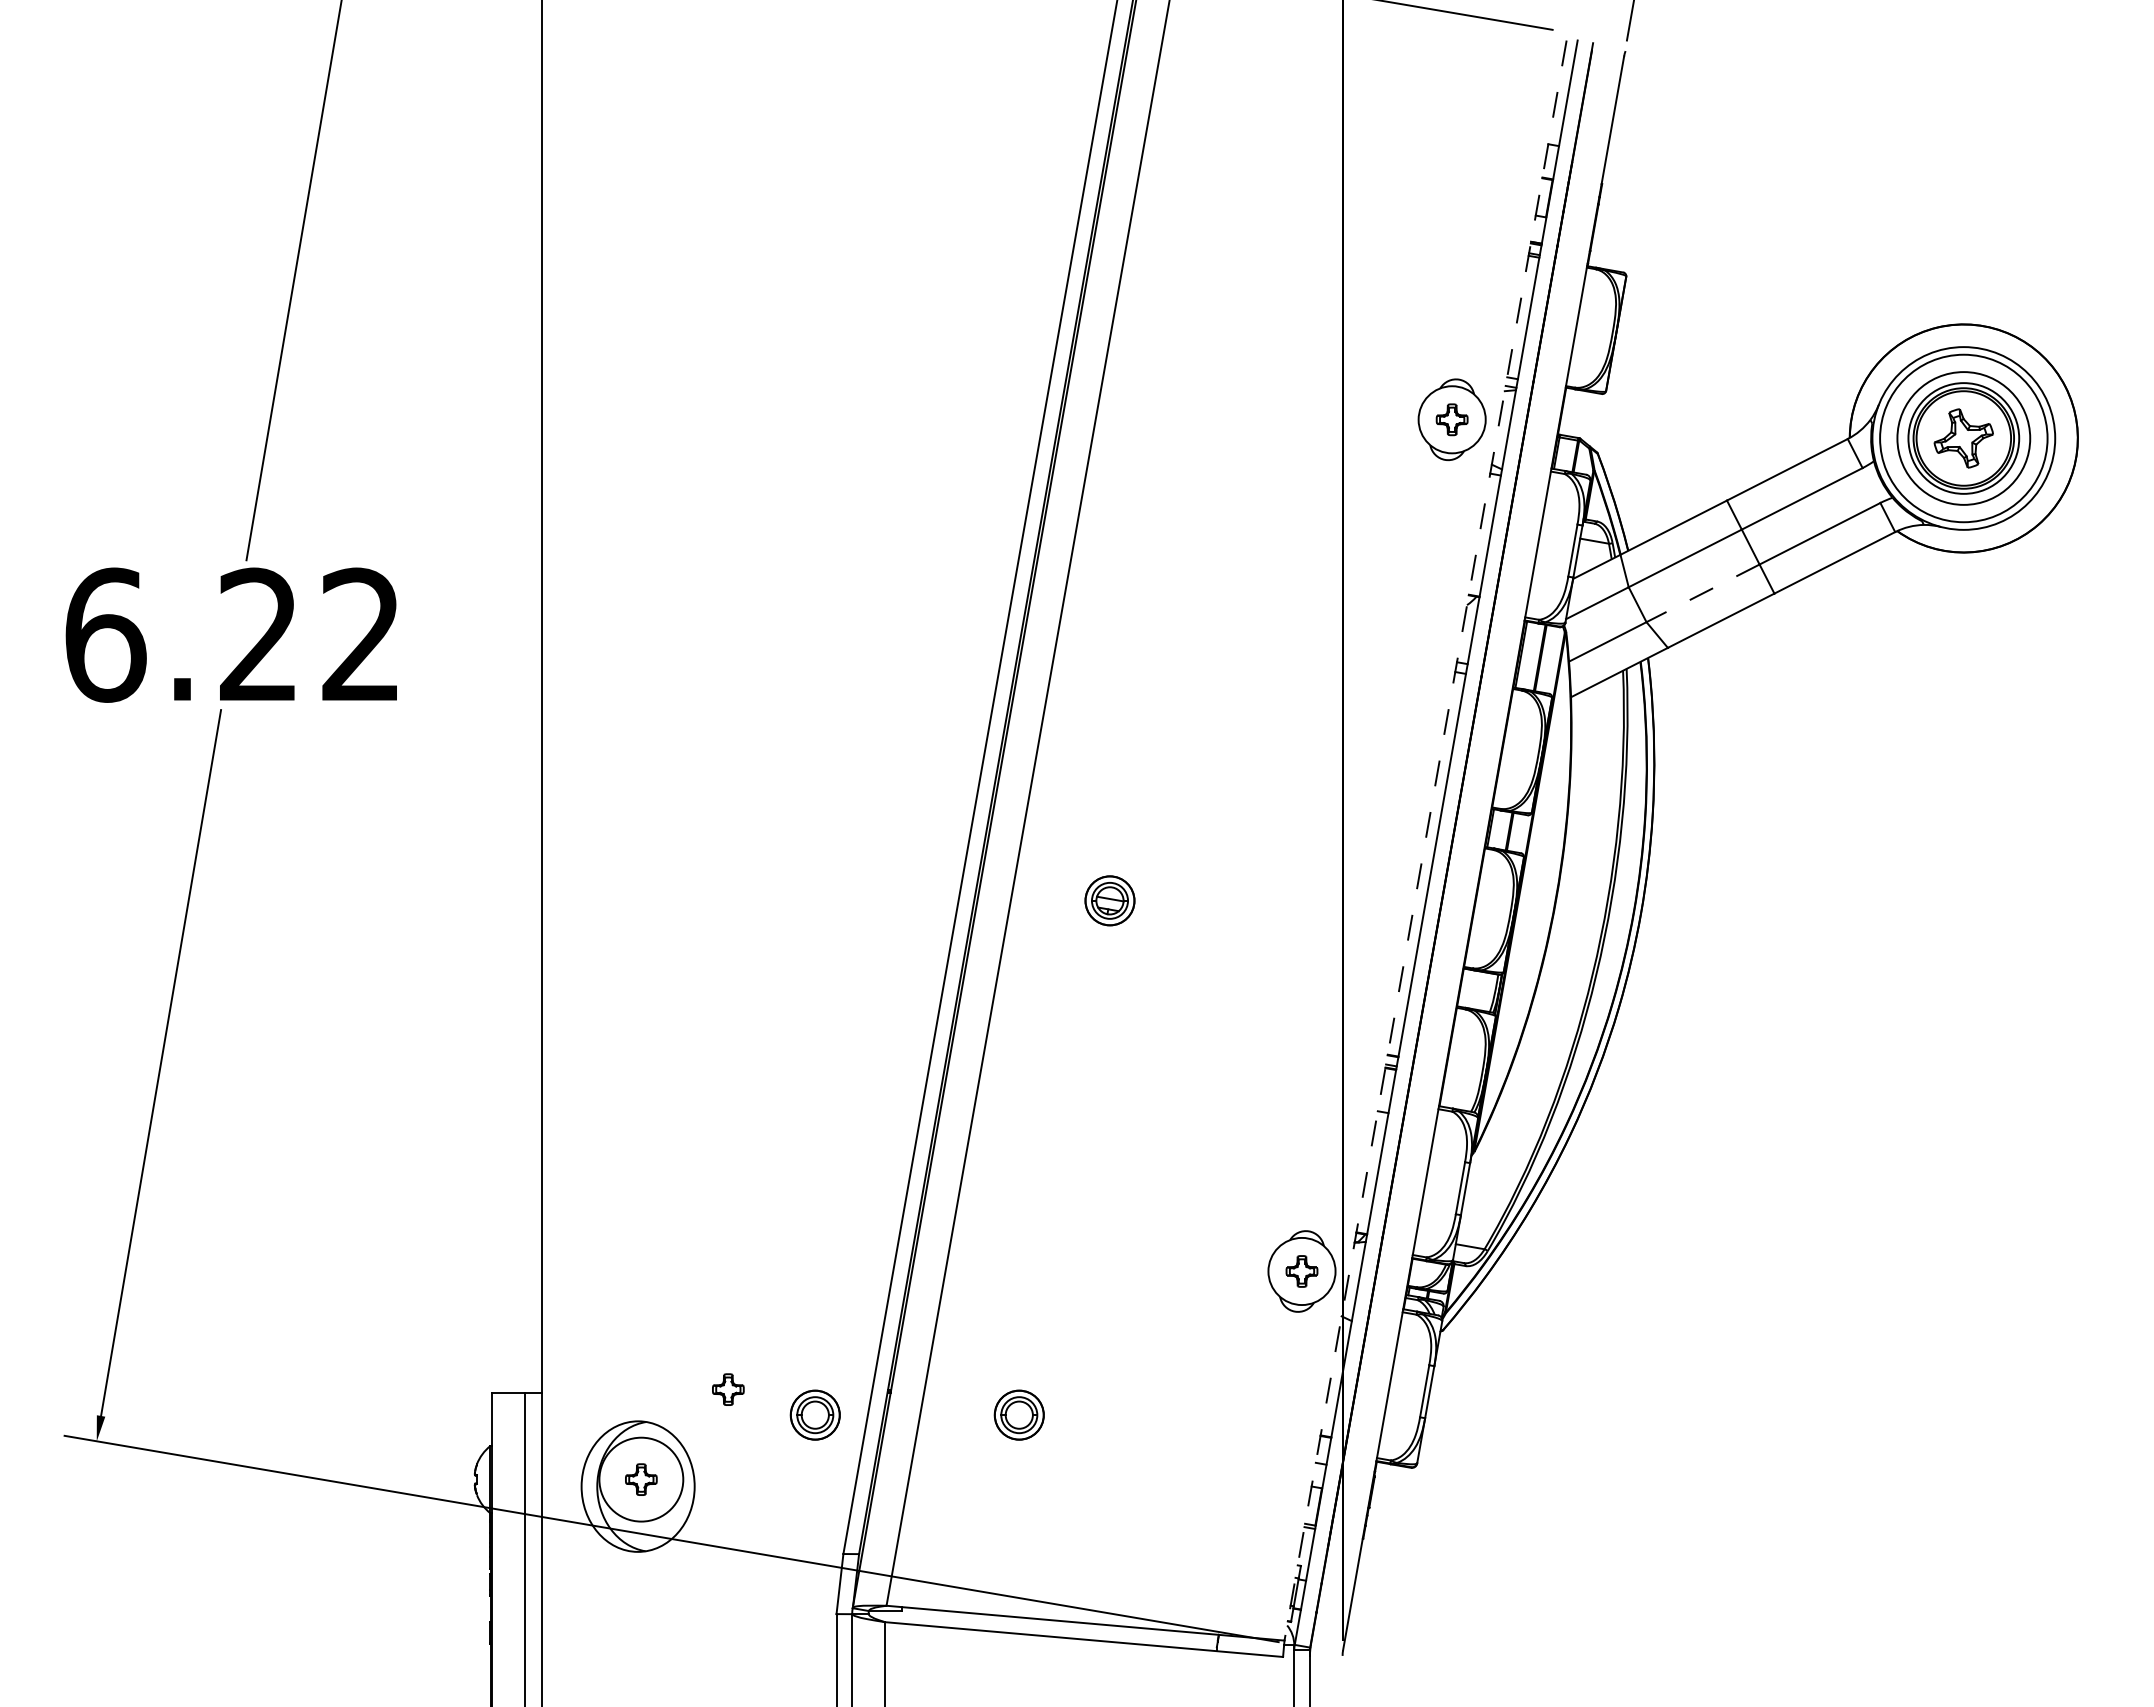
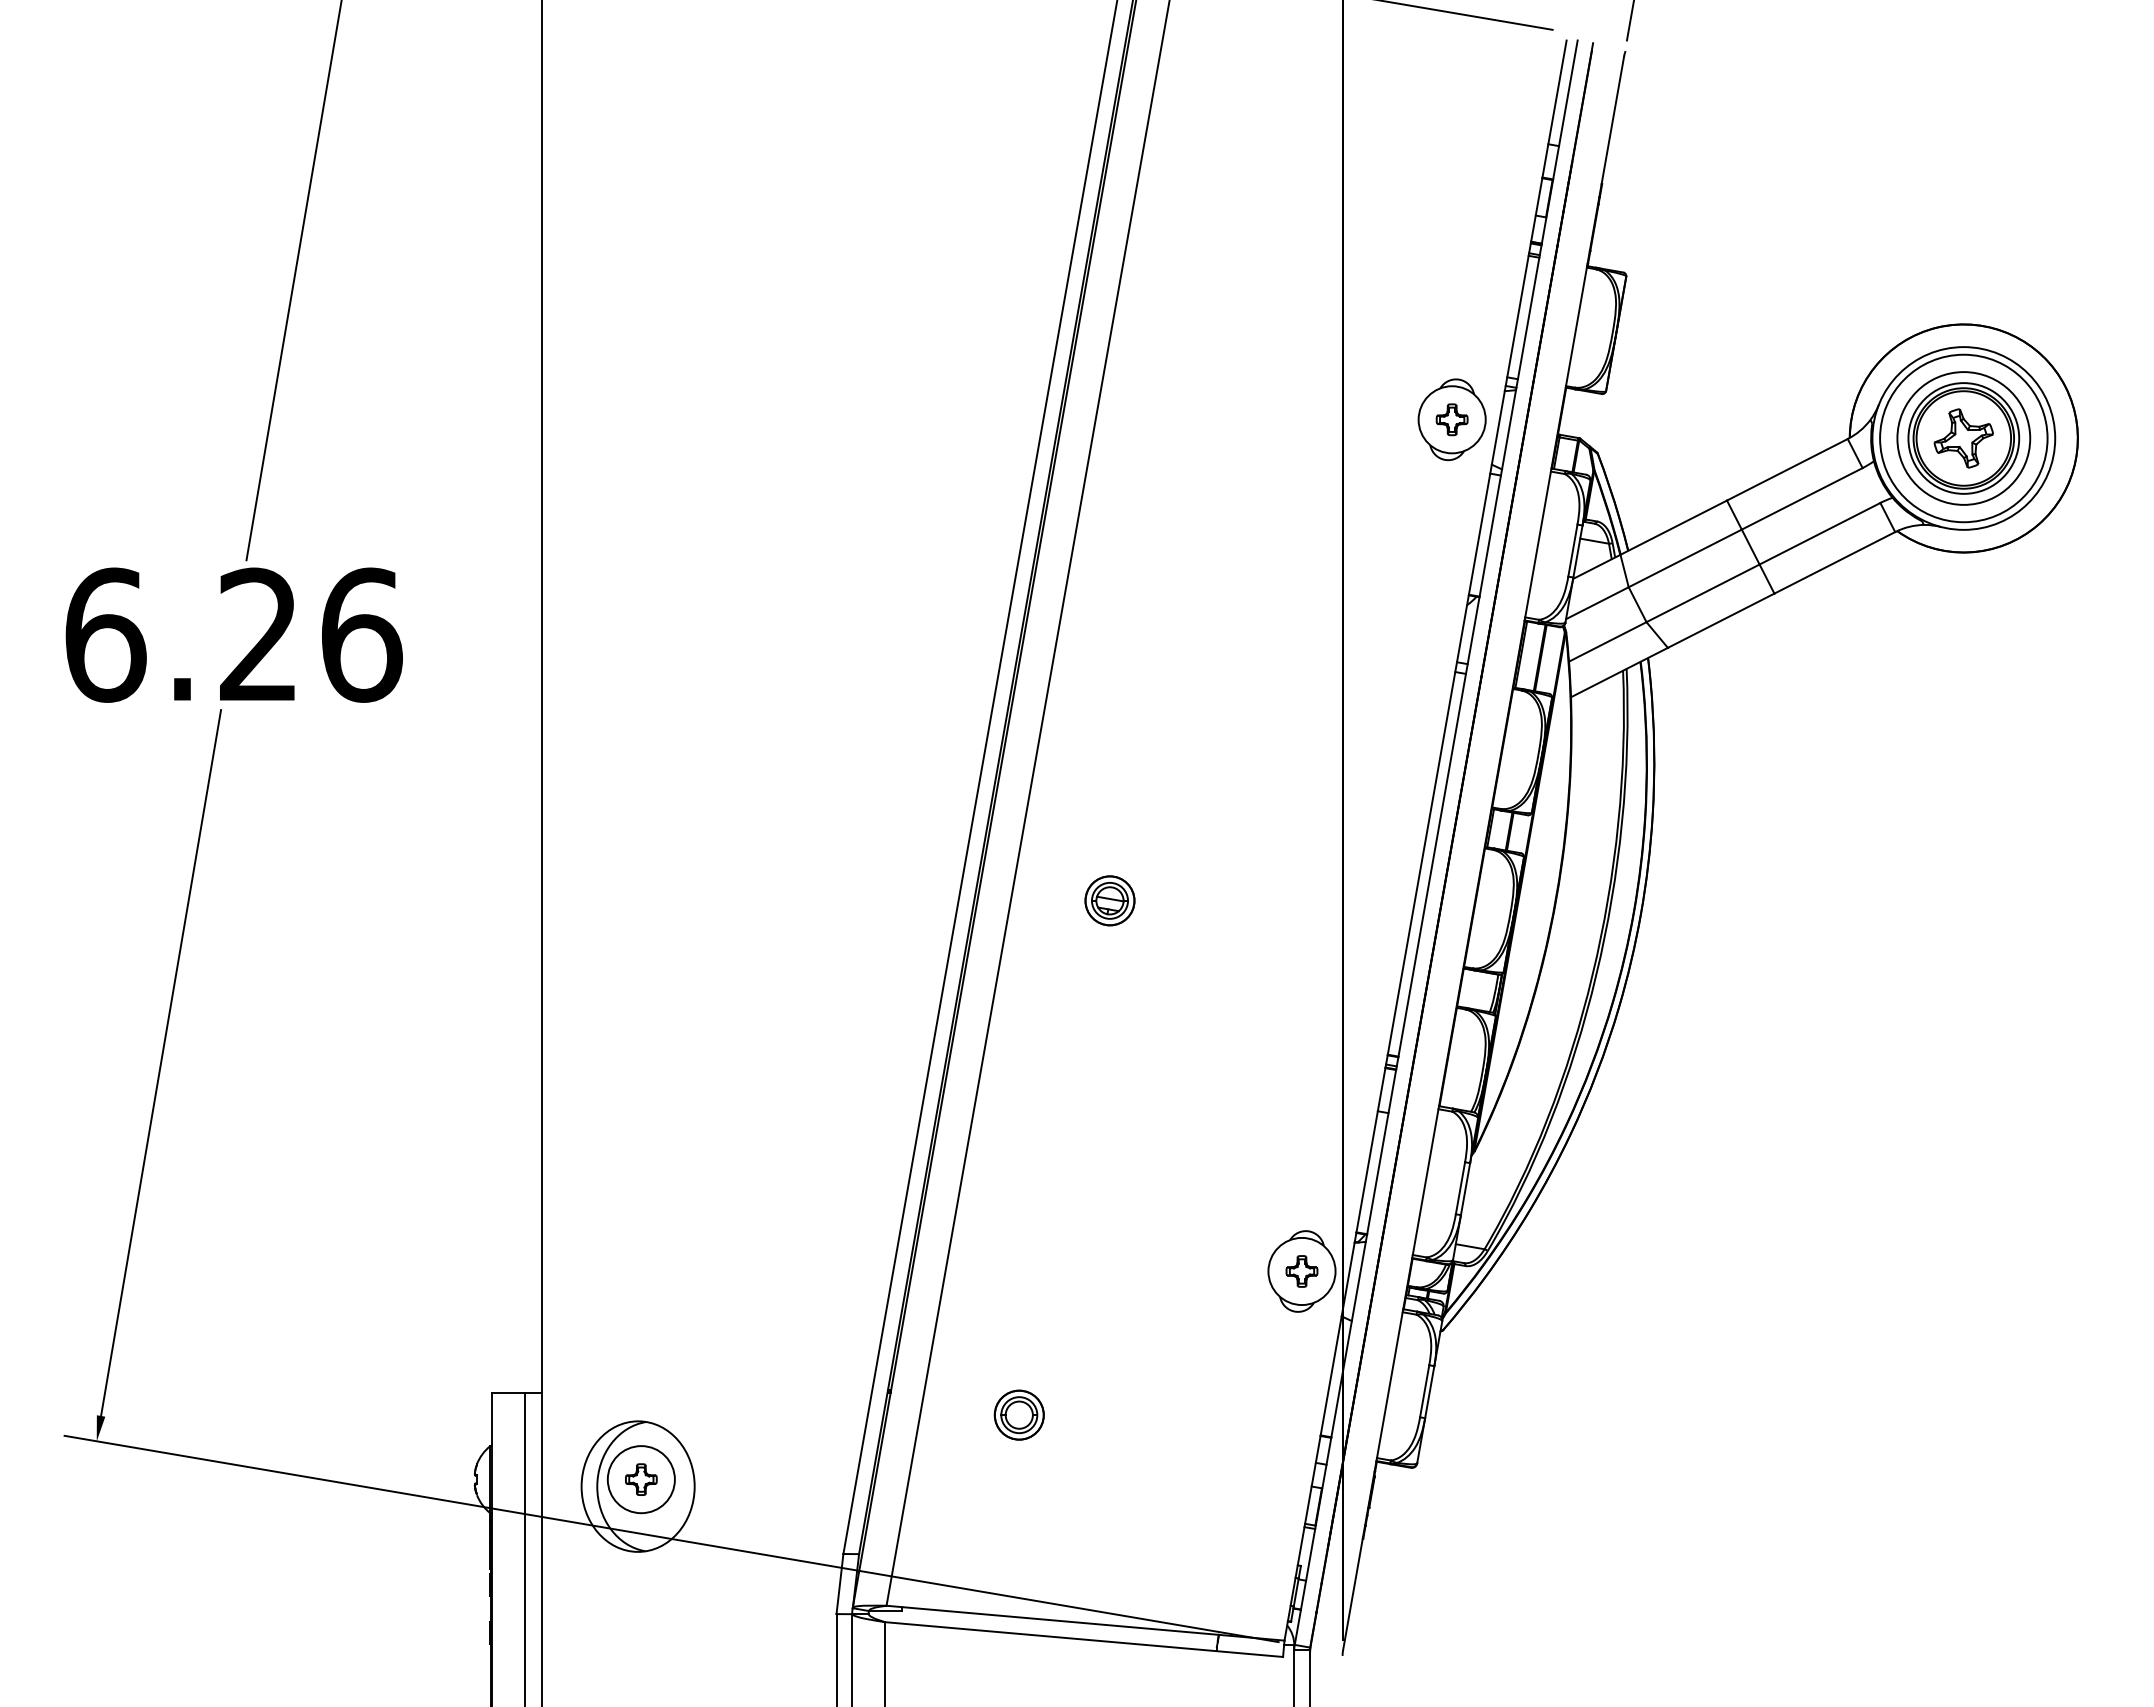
line at (1702, 593): dashed -> solid
text at (362, 634): 6.22 -> 6.26
line at (1425, 841): dashed -> solid
part at (728, 1389): present -> none
part at (814, 1414): present -> none
circle at (641, 1479) diameter: 84 px -> 67 px
